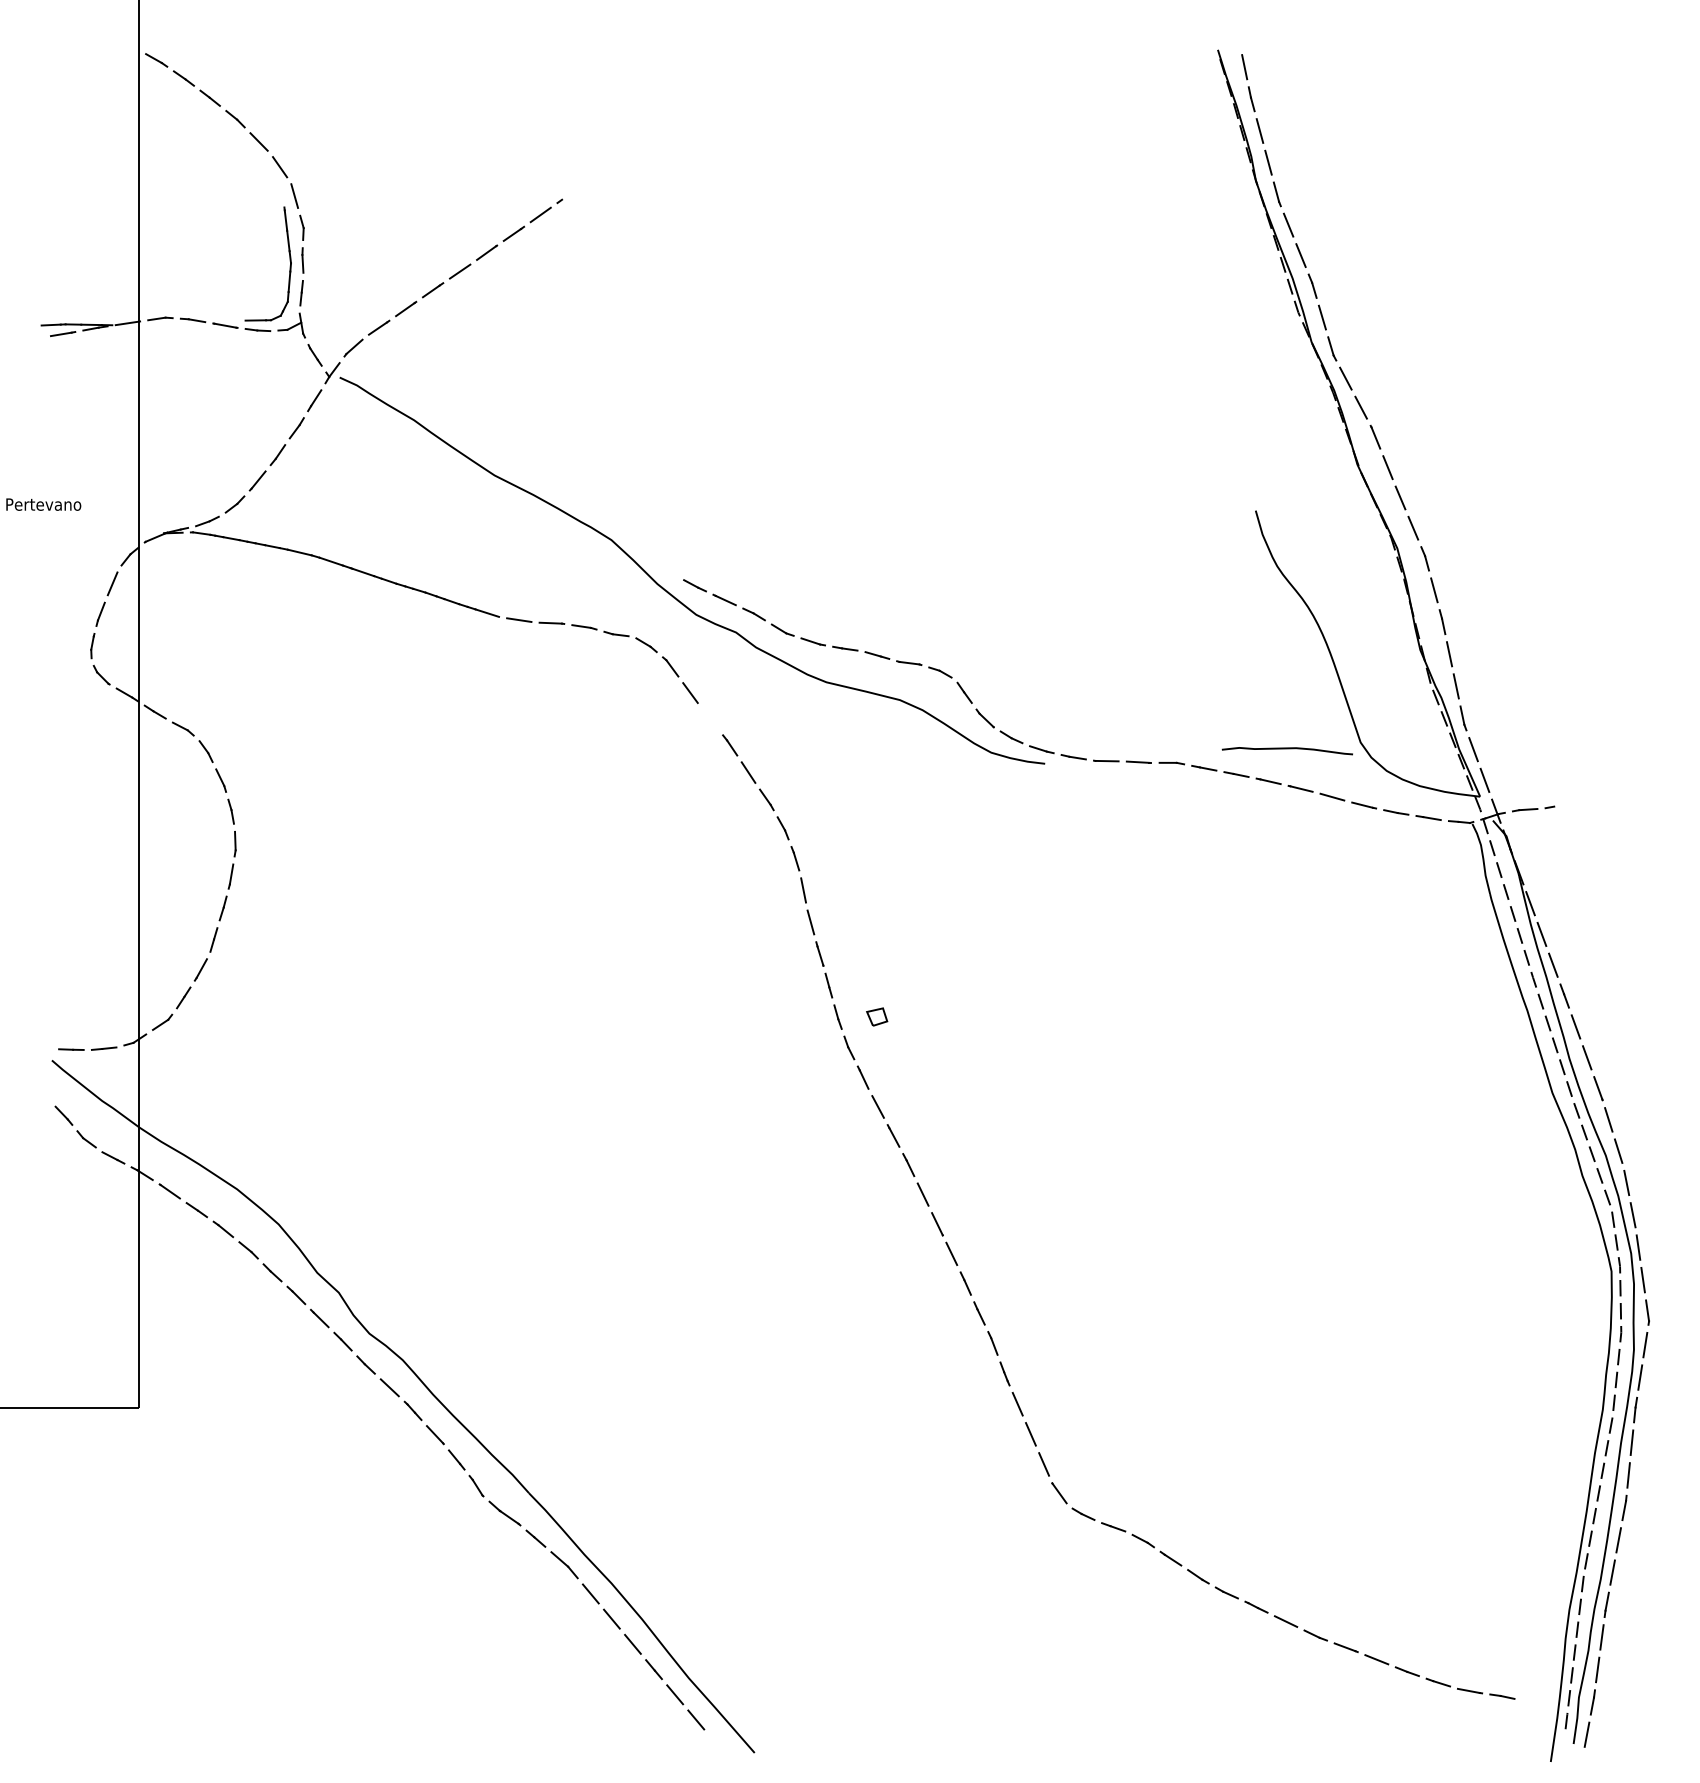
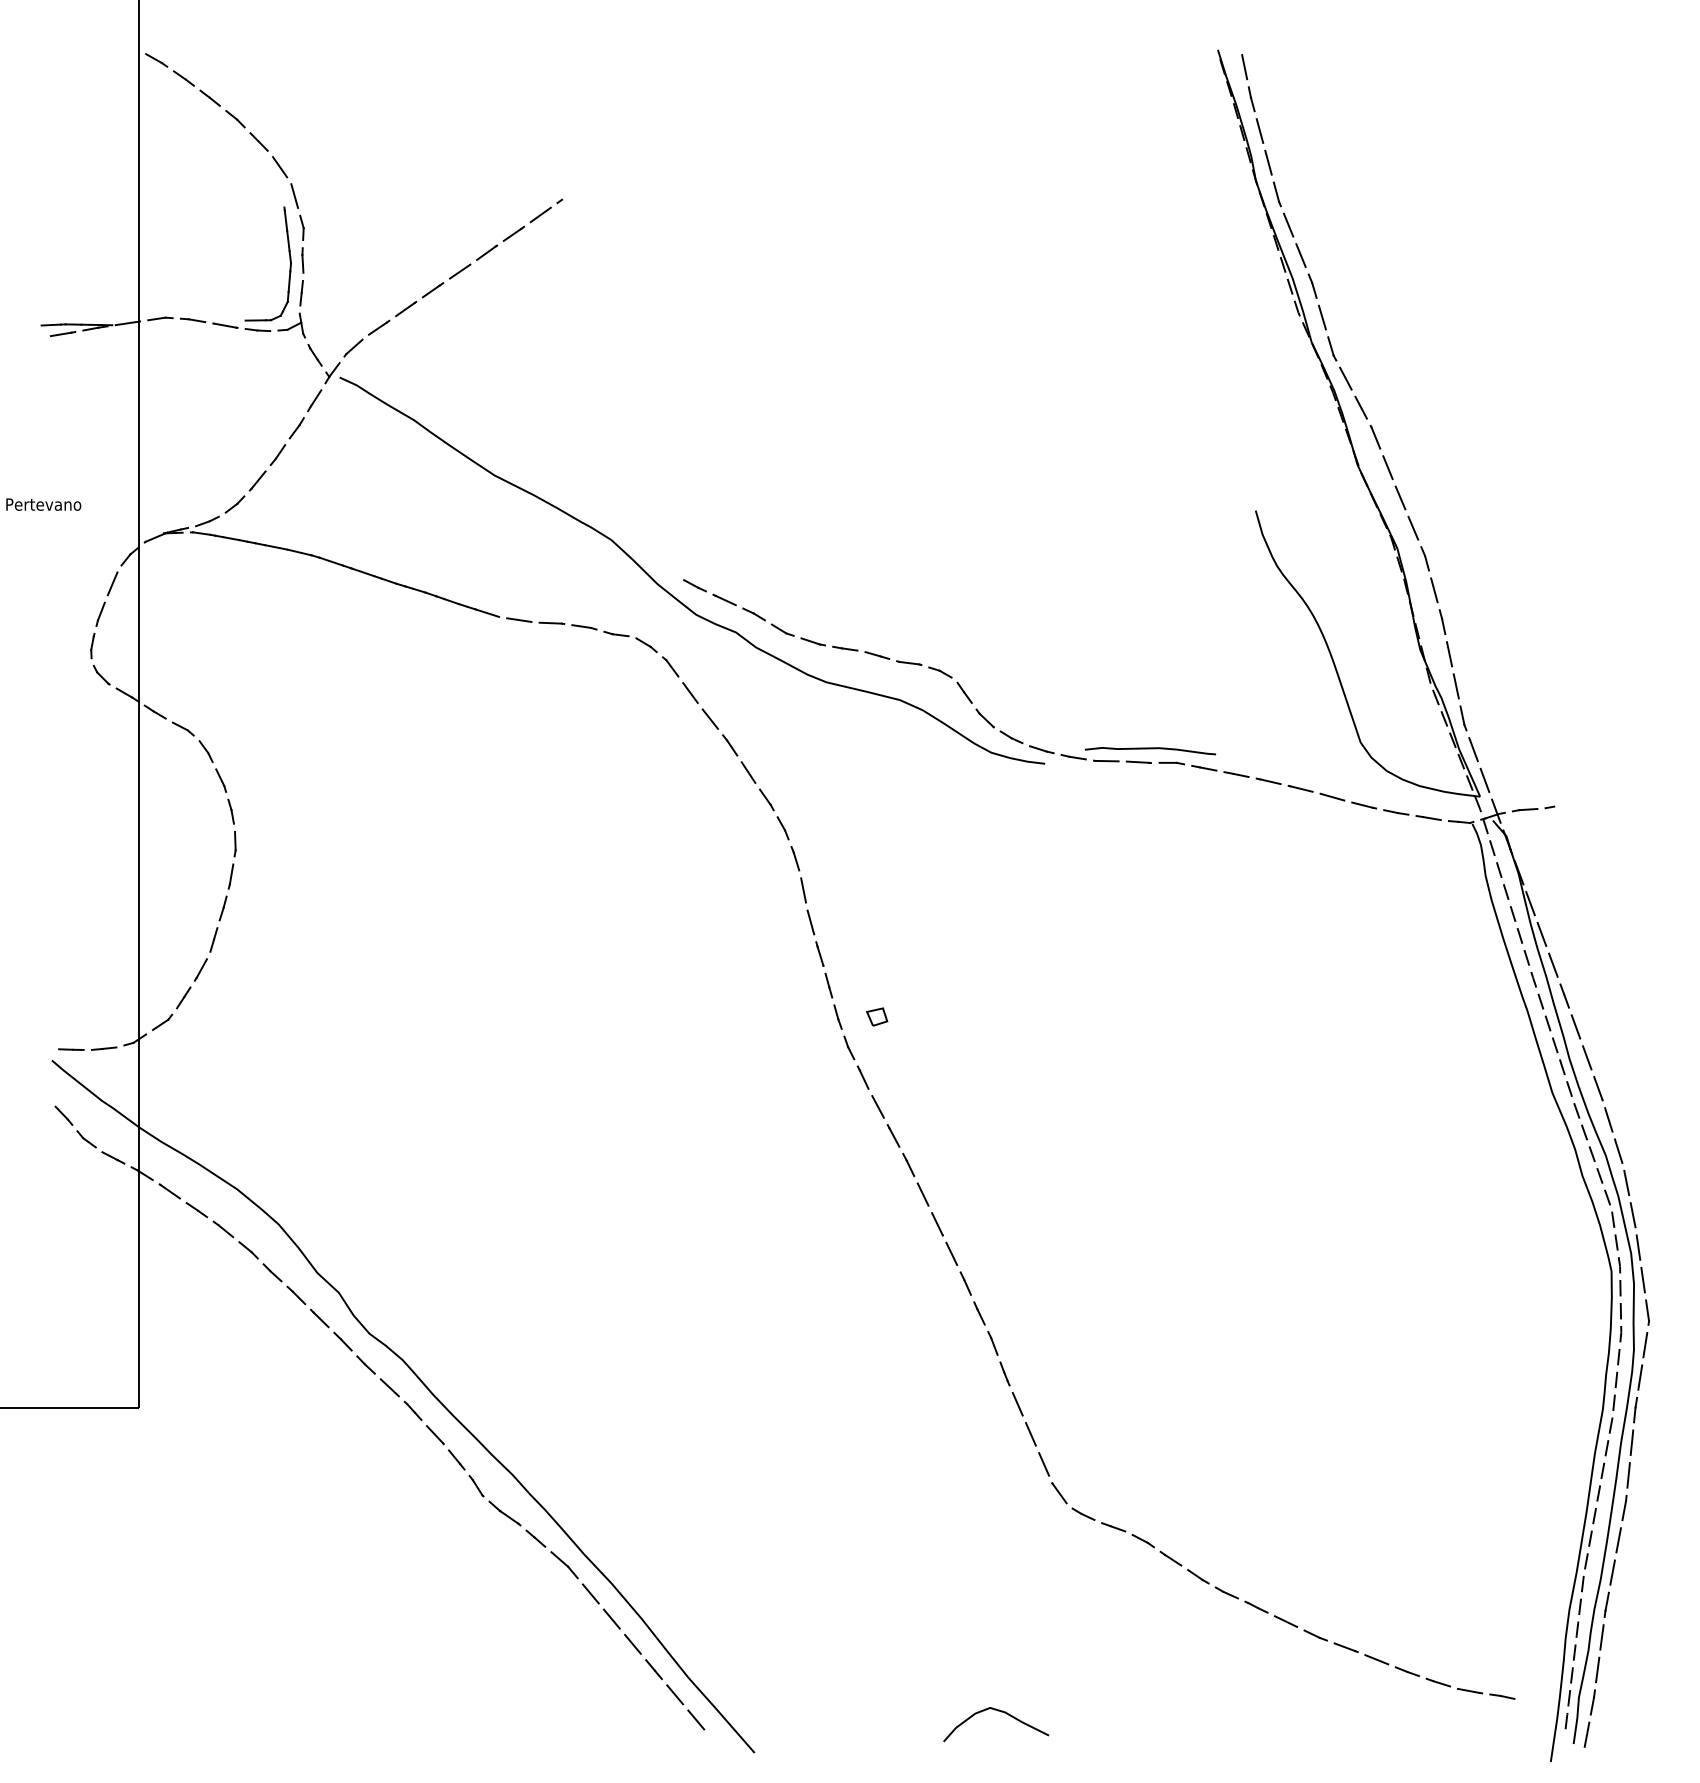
line at (710, 718): none -> present
curve at (1286, 749) position: (1286, 749) -> (1149, 749)
curve at (1001, 1712): none -> present
